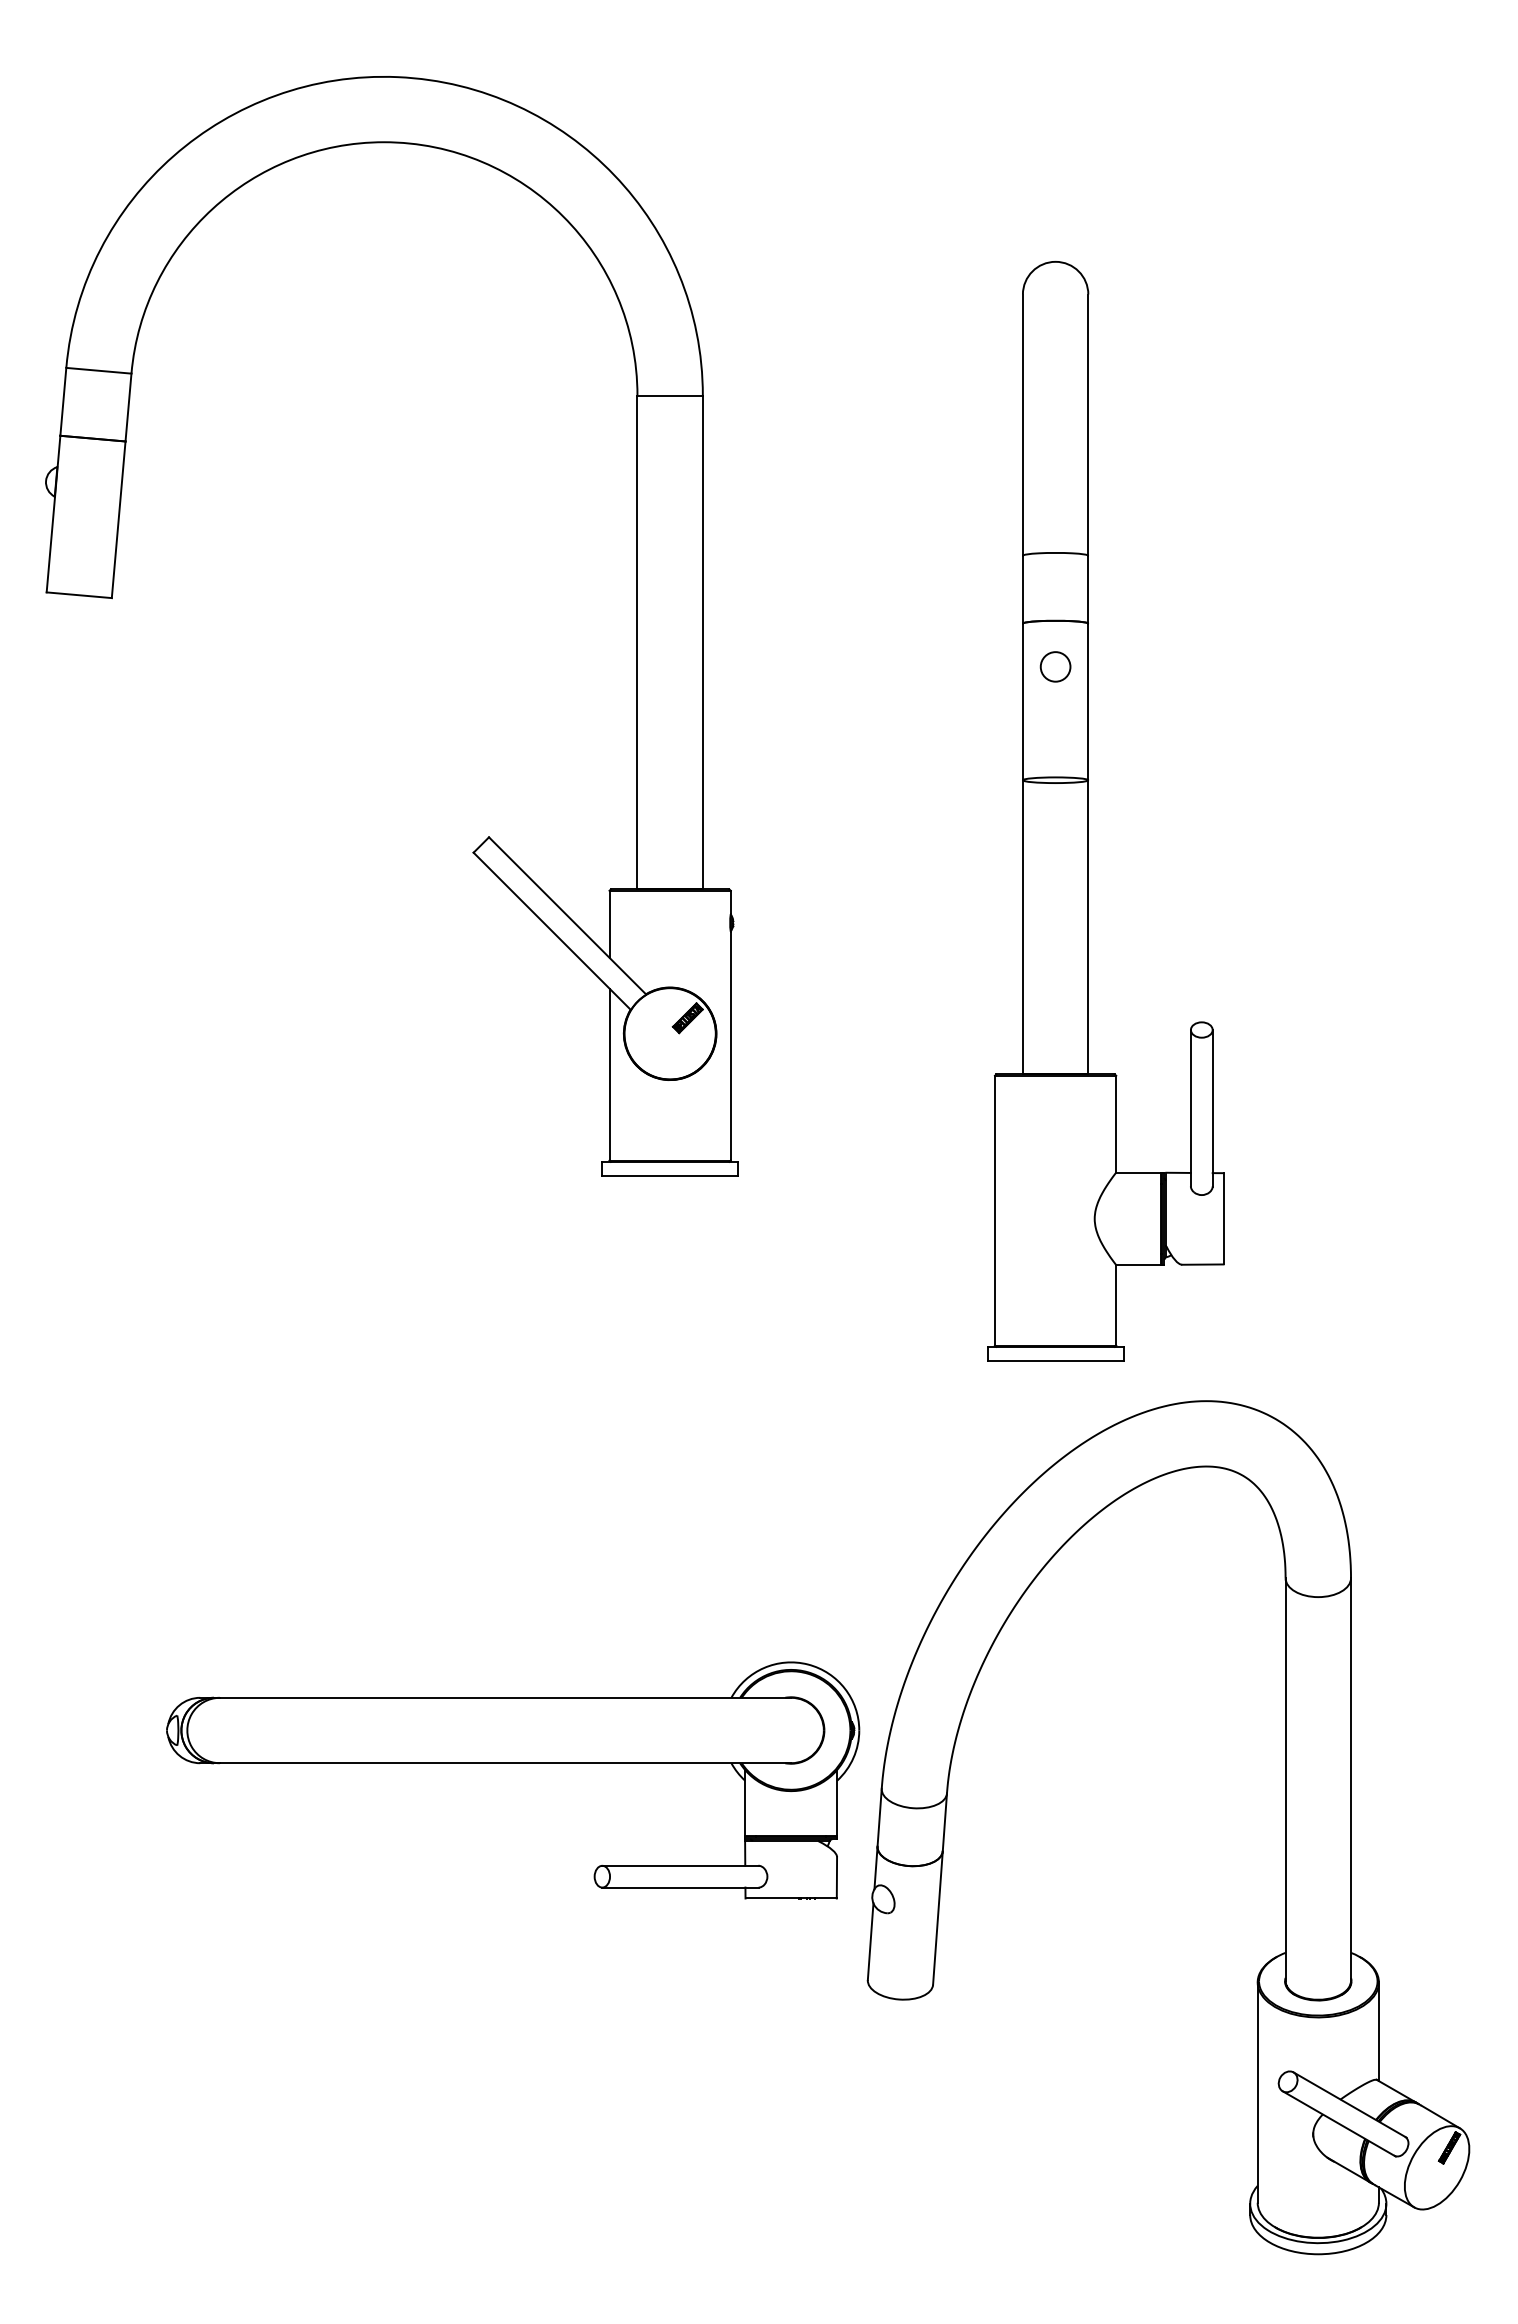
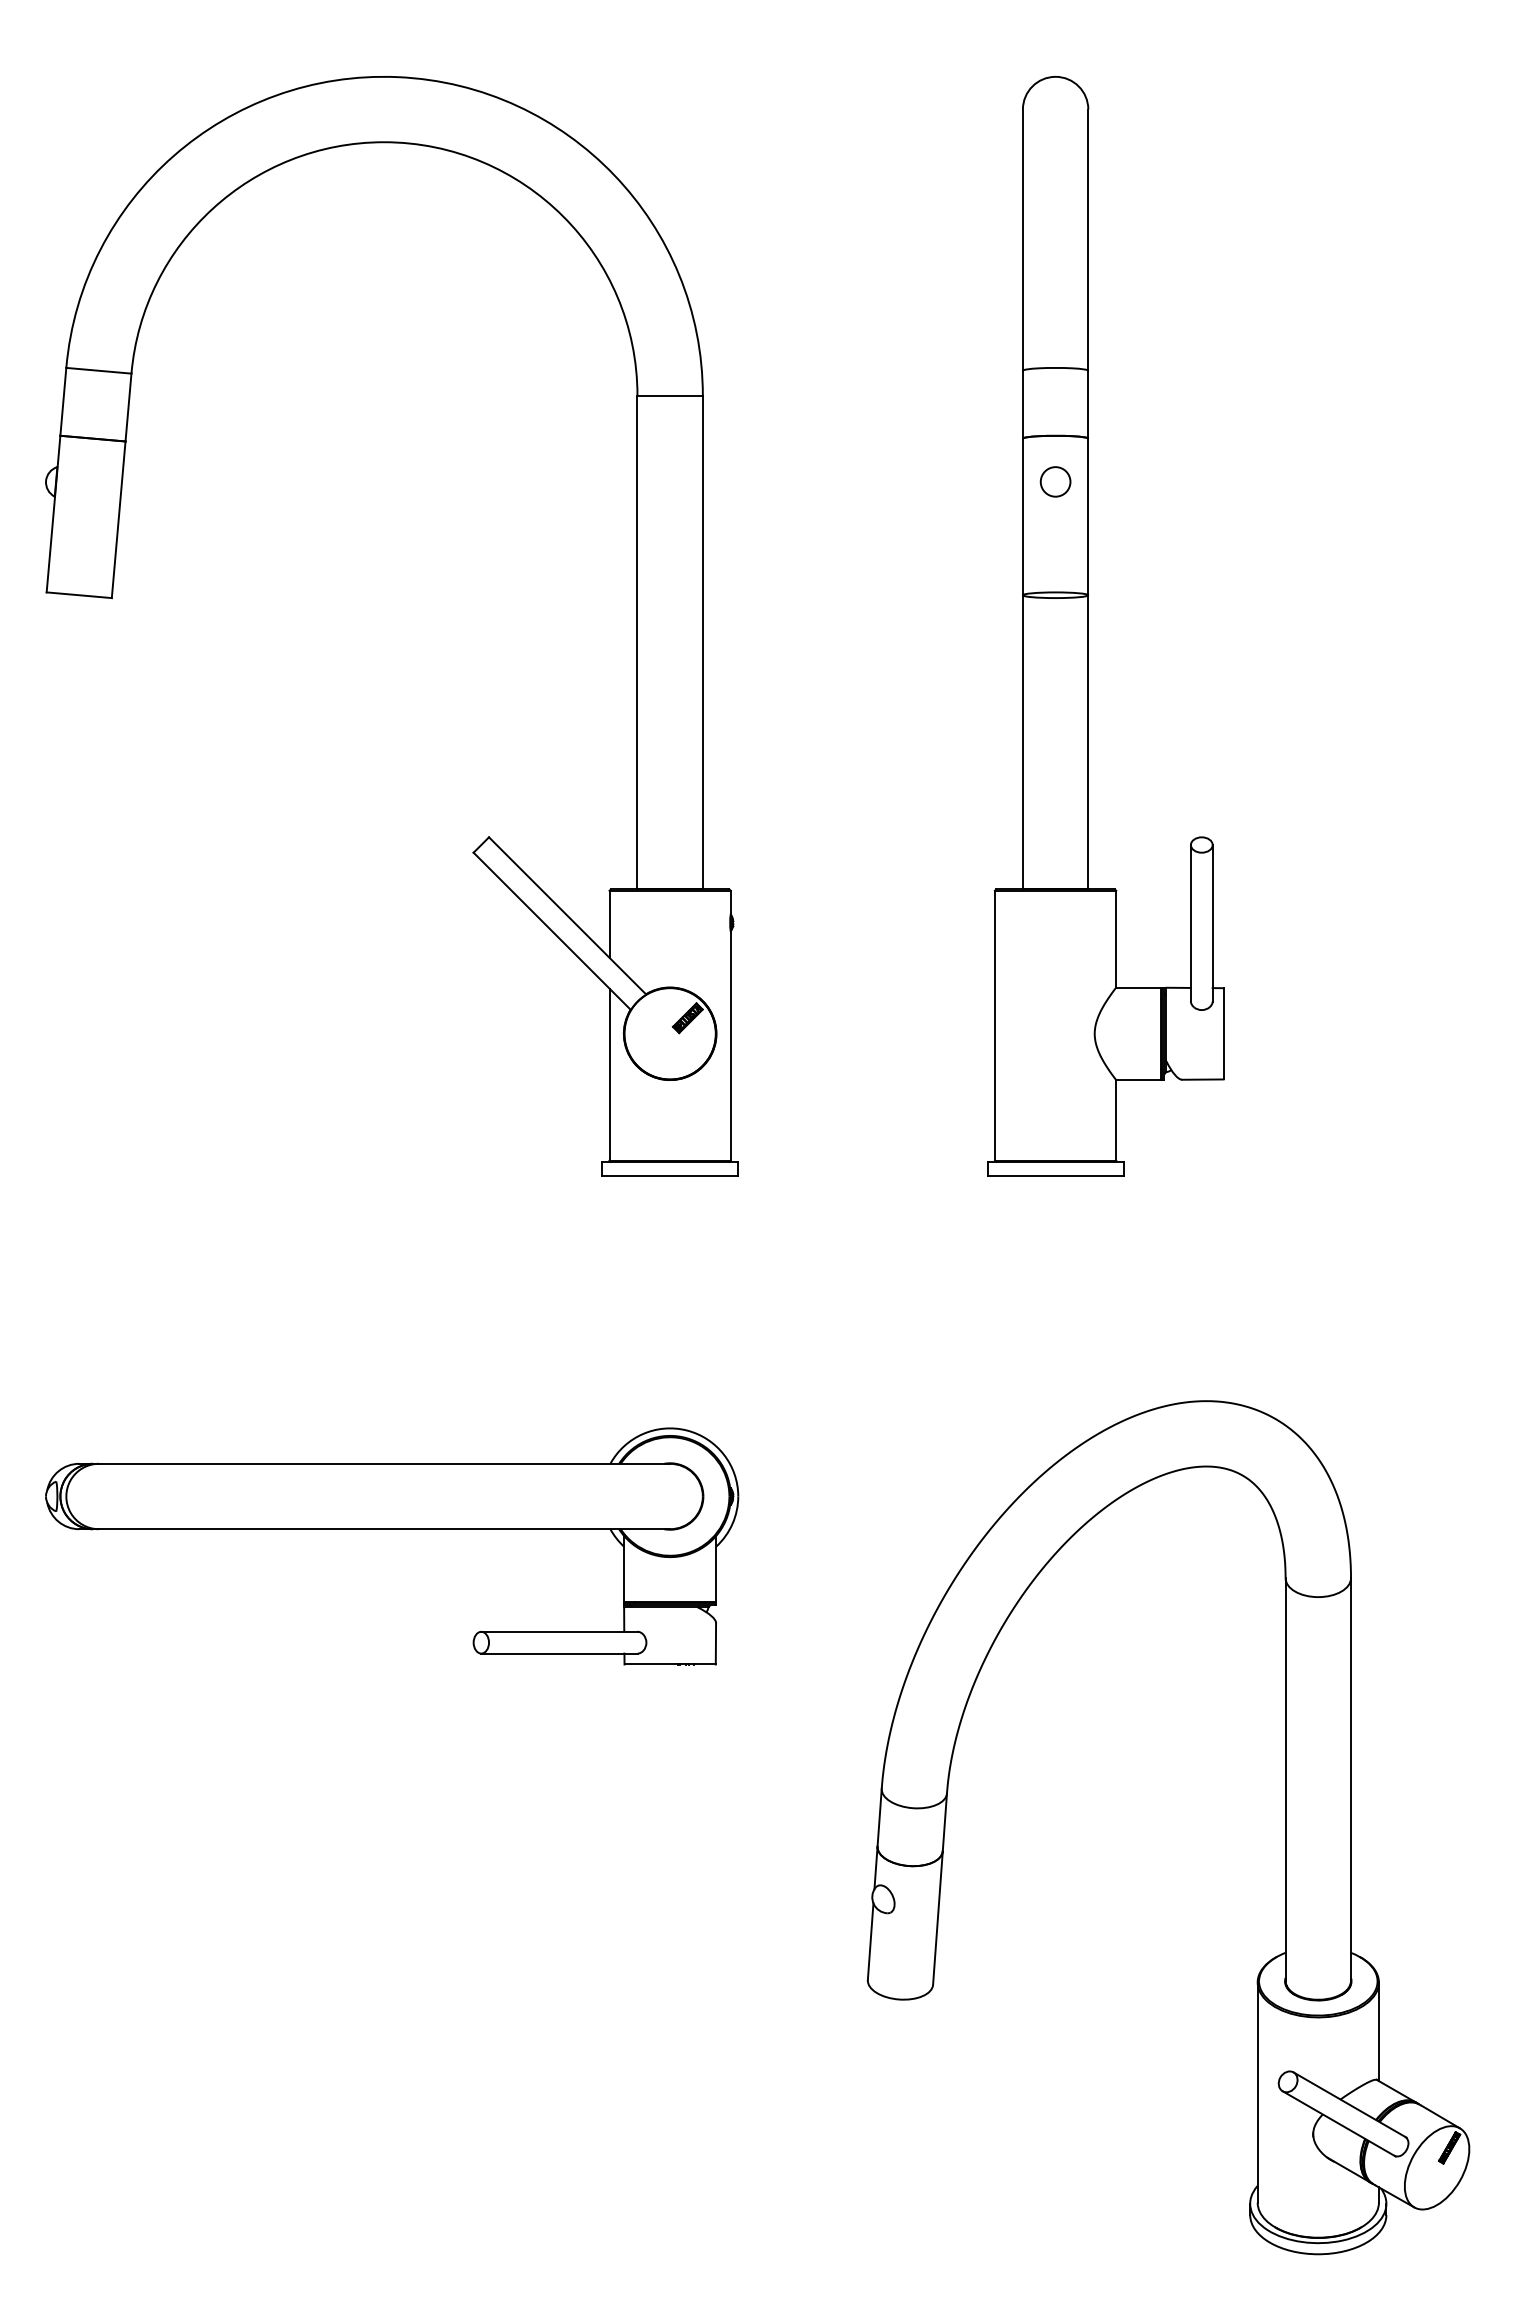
part at (1088, 811) position: (1088, 811) -> (1088, 626)
part at (513, 1763) position: (513, 1763) -> (392, 1529)
